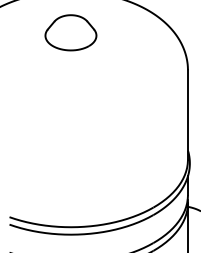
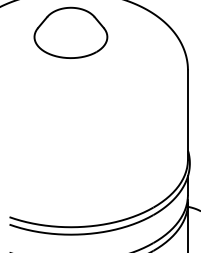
part at (70, 32) size: 54x38 px -> 76x53 px
